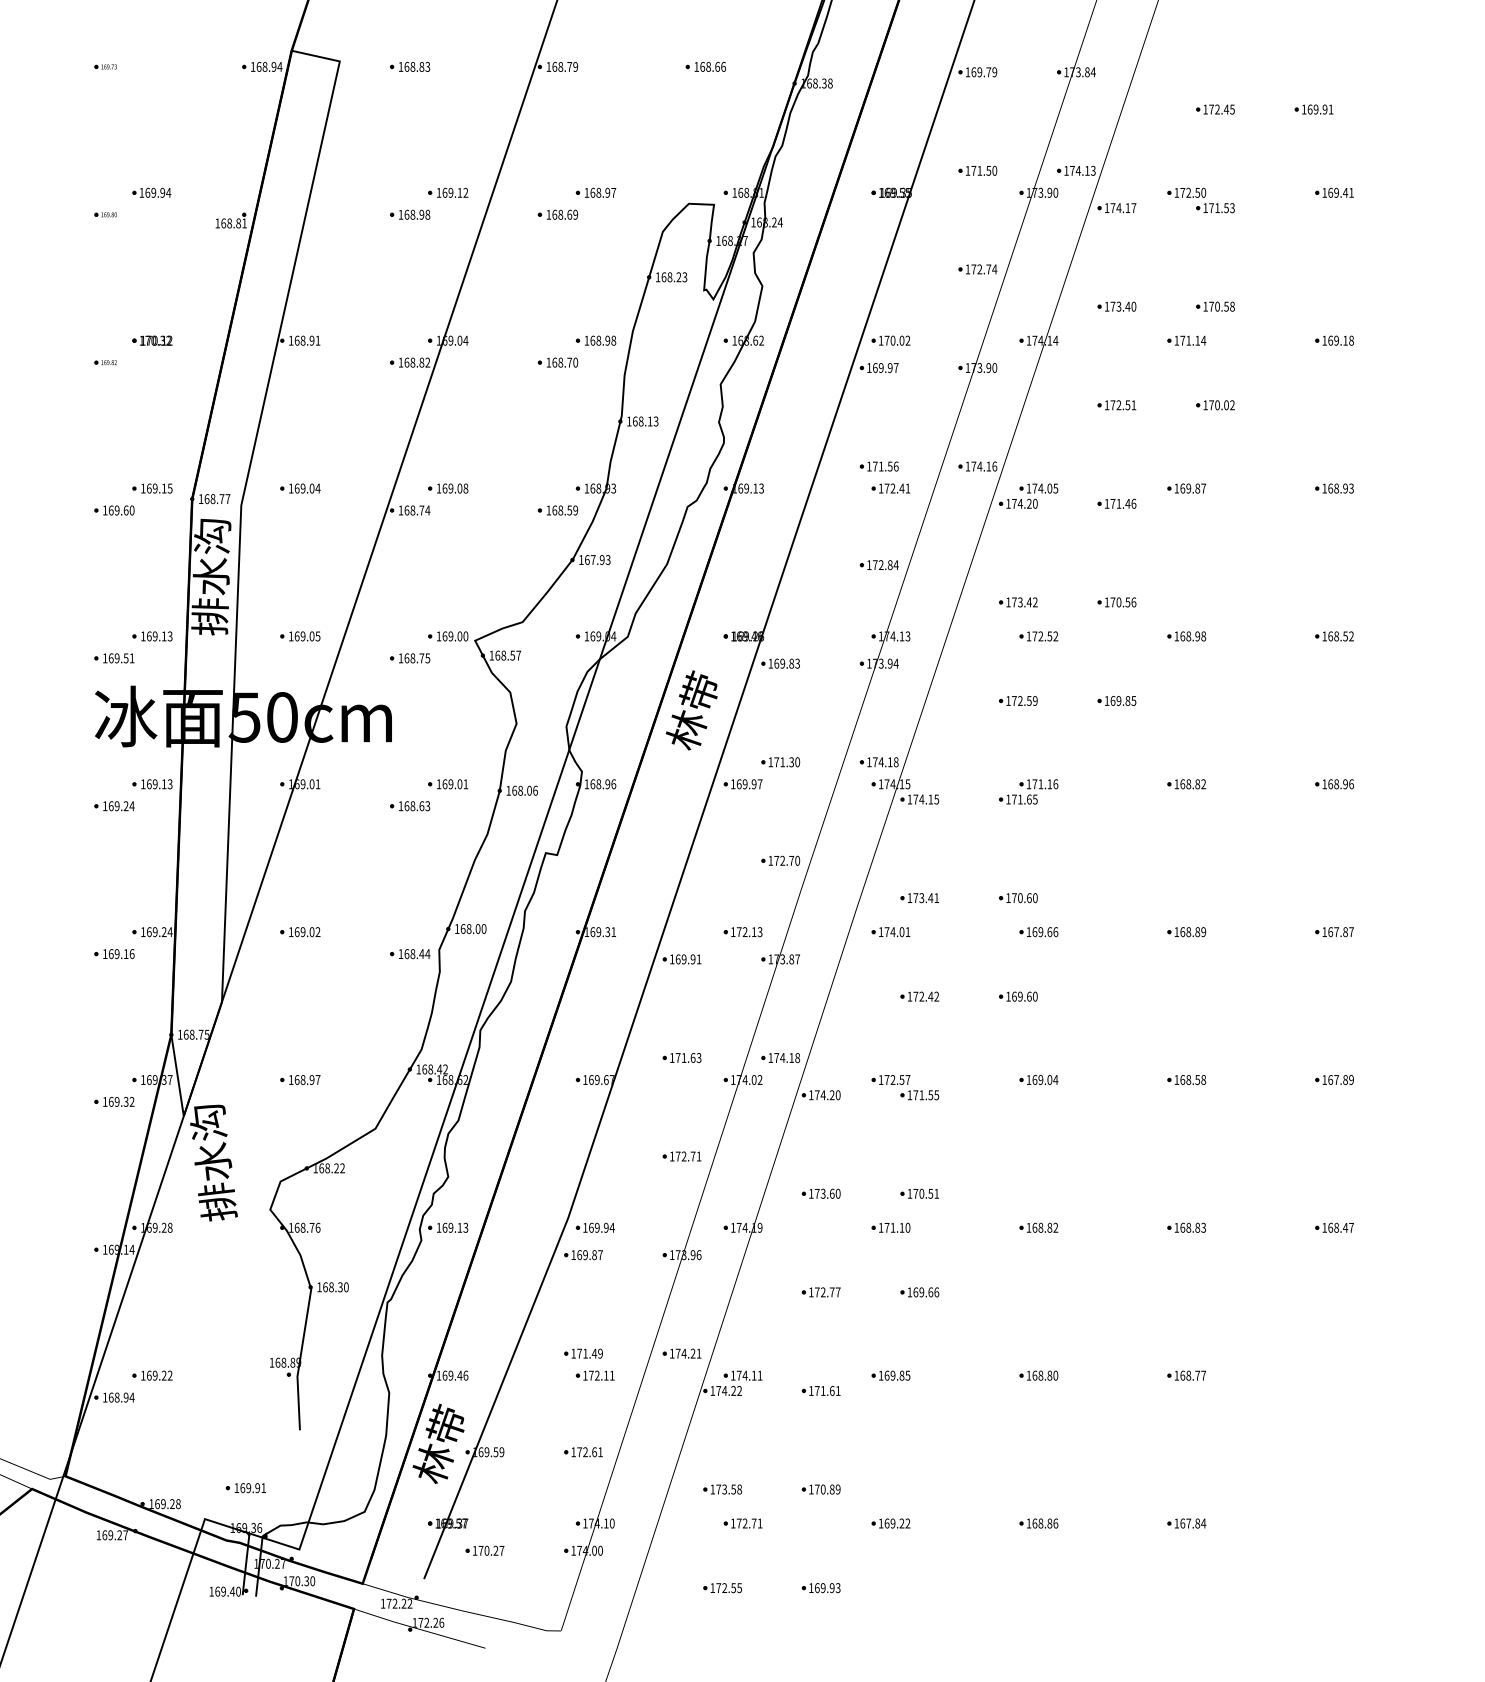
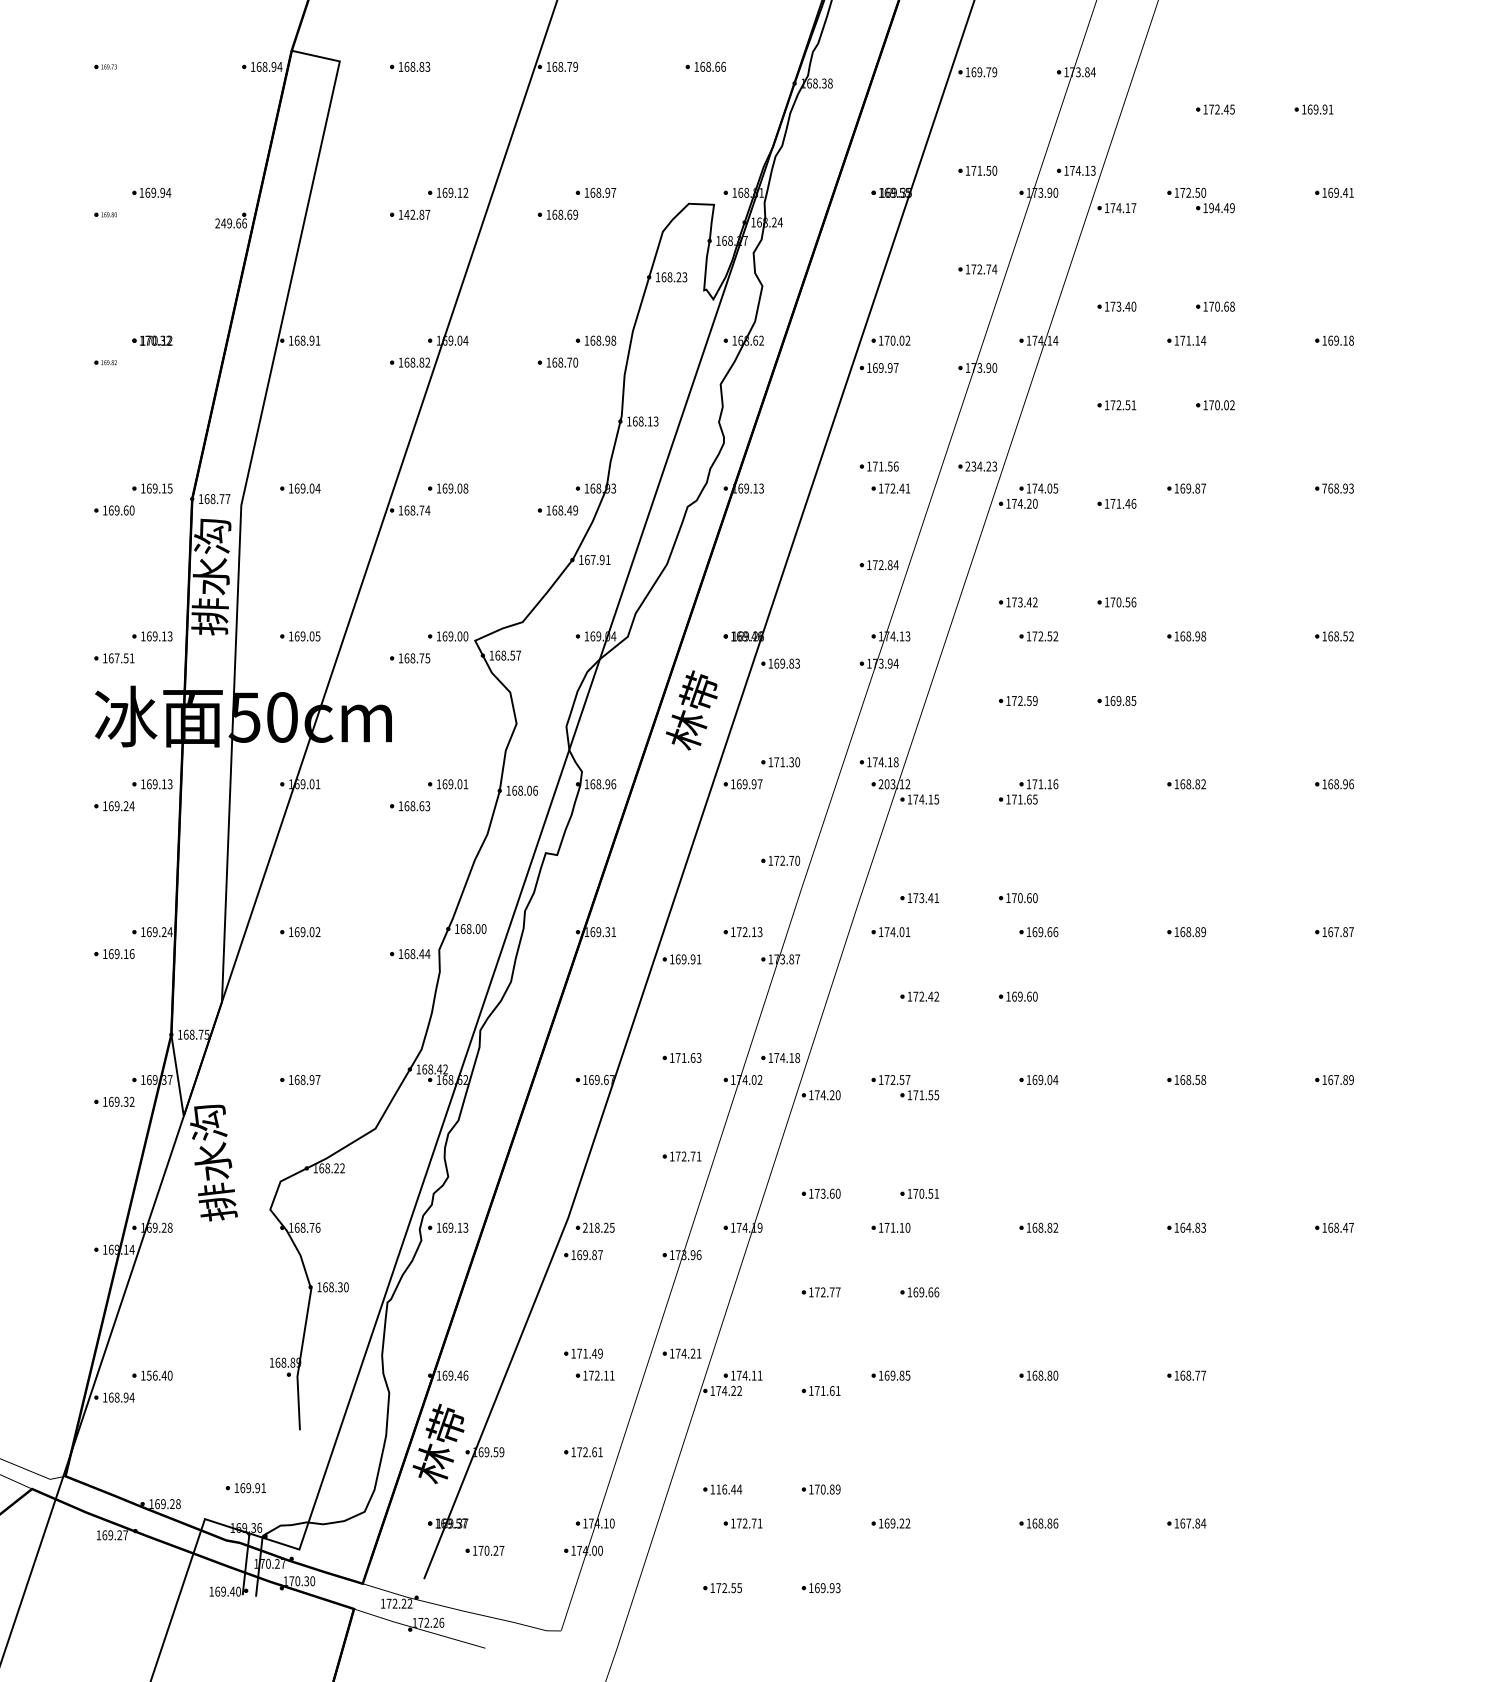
text at (1221, 208): 171.53 -> 194.49
text at (417, 214): 168.98 -> 142.87
text at (231, 223): 168.81 -> 249.66
text at (1226, 306): 170.58 -> 170.68
text at (981, 466): 174.16 -> 234.23
text at (1324, 488): 168.93 -> 768.93
text at (569, 510): 168.59 -> 168.49
text at (607, 559): 167.93 -> 167.91
text at (116, 658): 169.51 -> 167.51
text at (894, 784): 174.15 -> 203.12
text at (598, 1227): 169.94 -> 218.25
text at (1188, 1227): 168.83 -> 164.83
text at (159, 1375): 169.22 -> 156.40
text at (729, 1489): 173.58 -> 116.44
